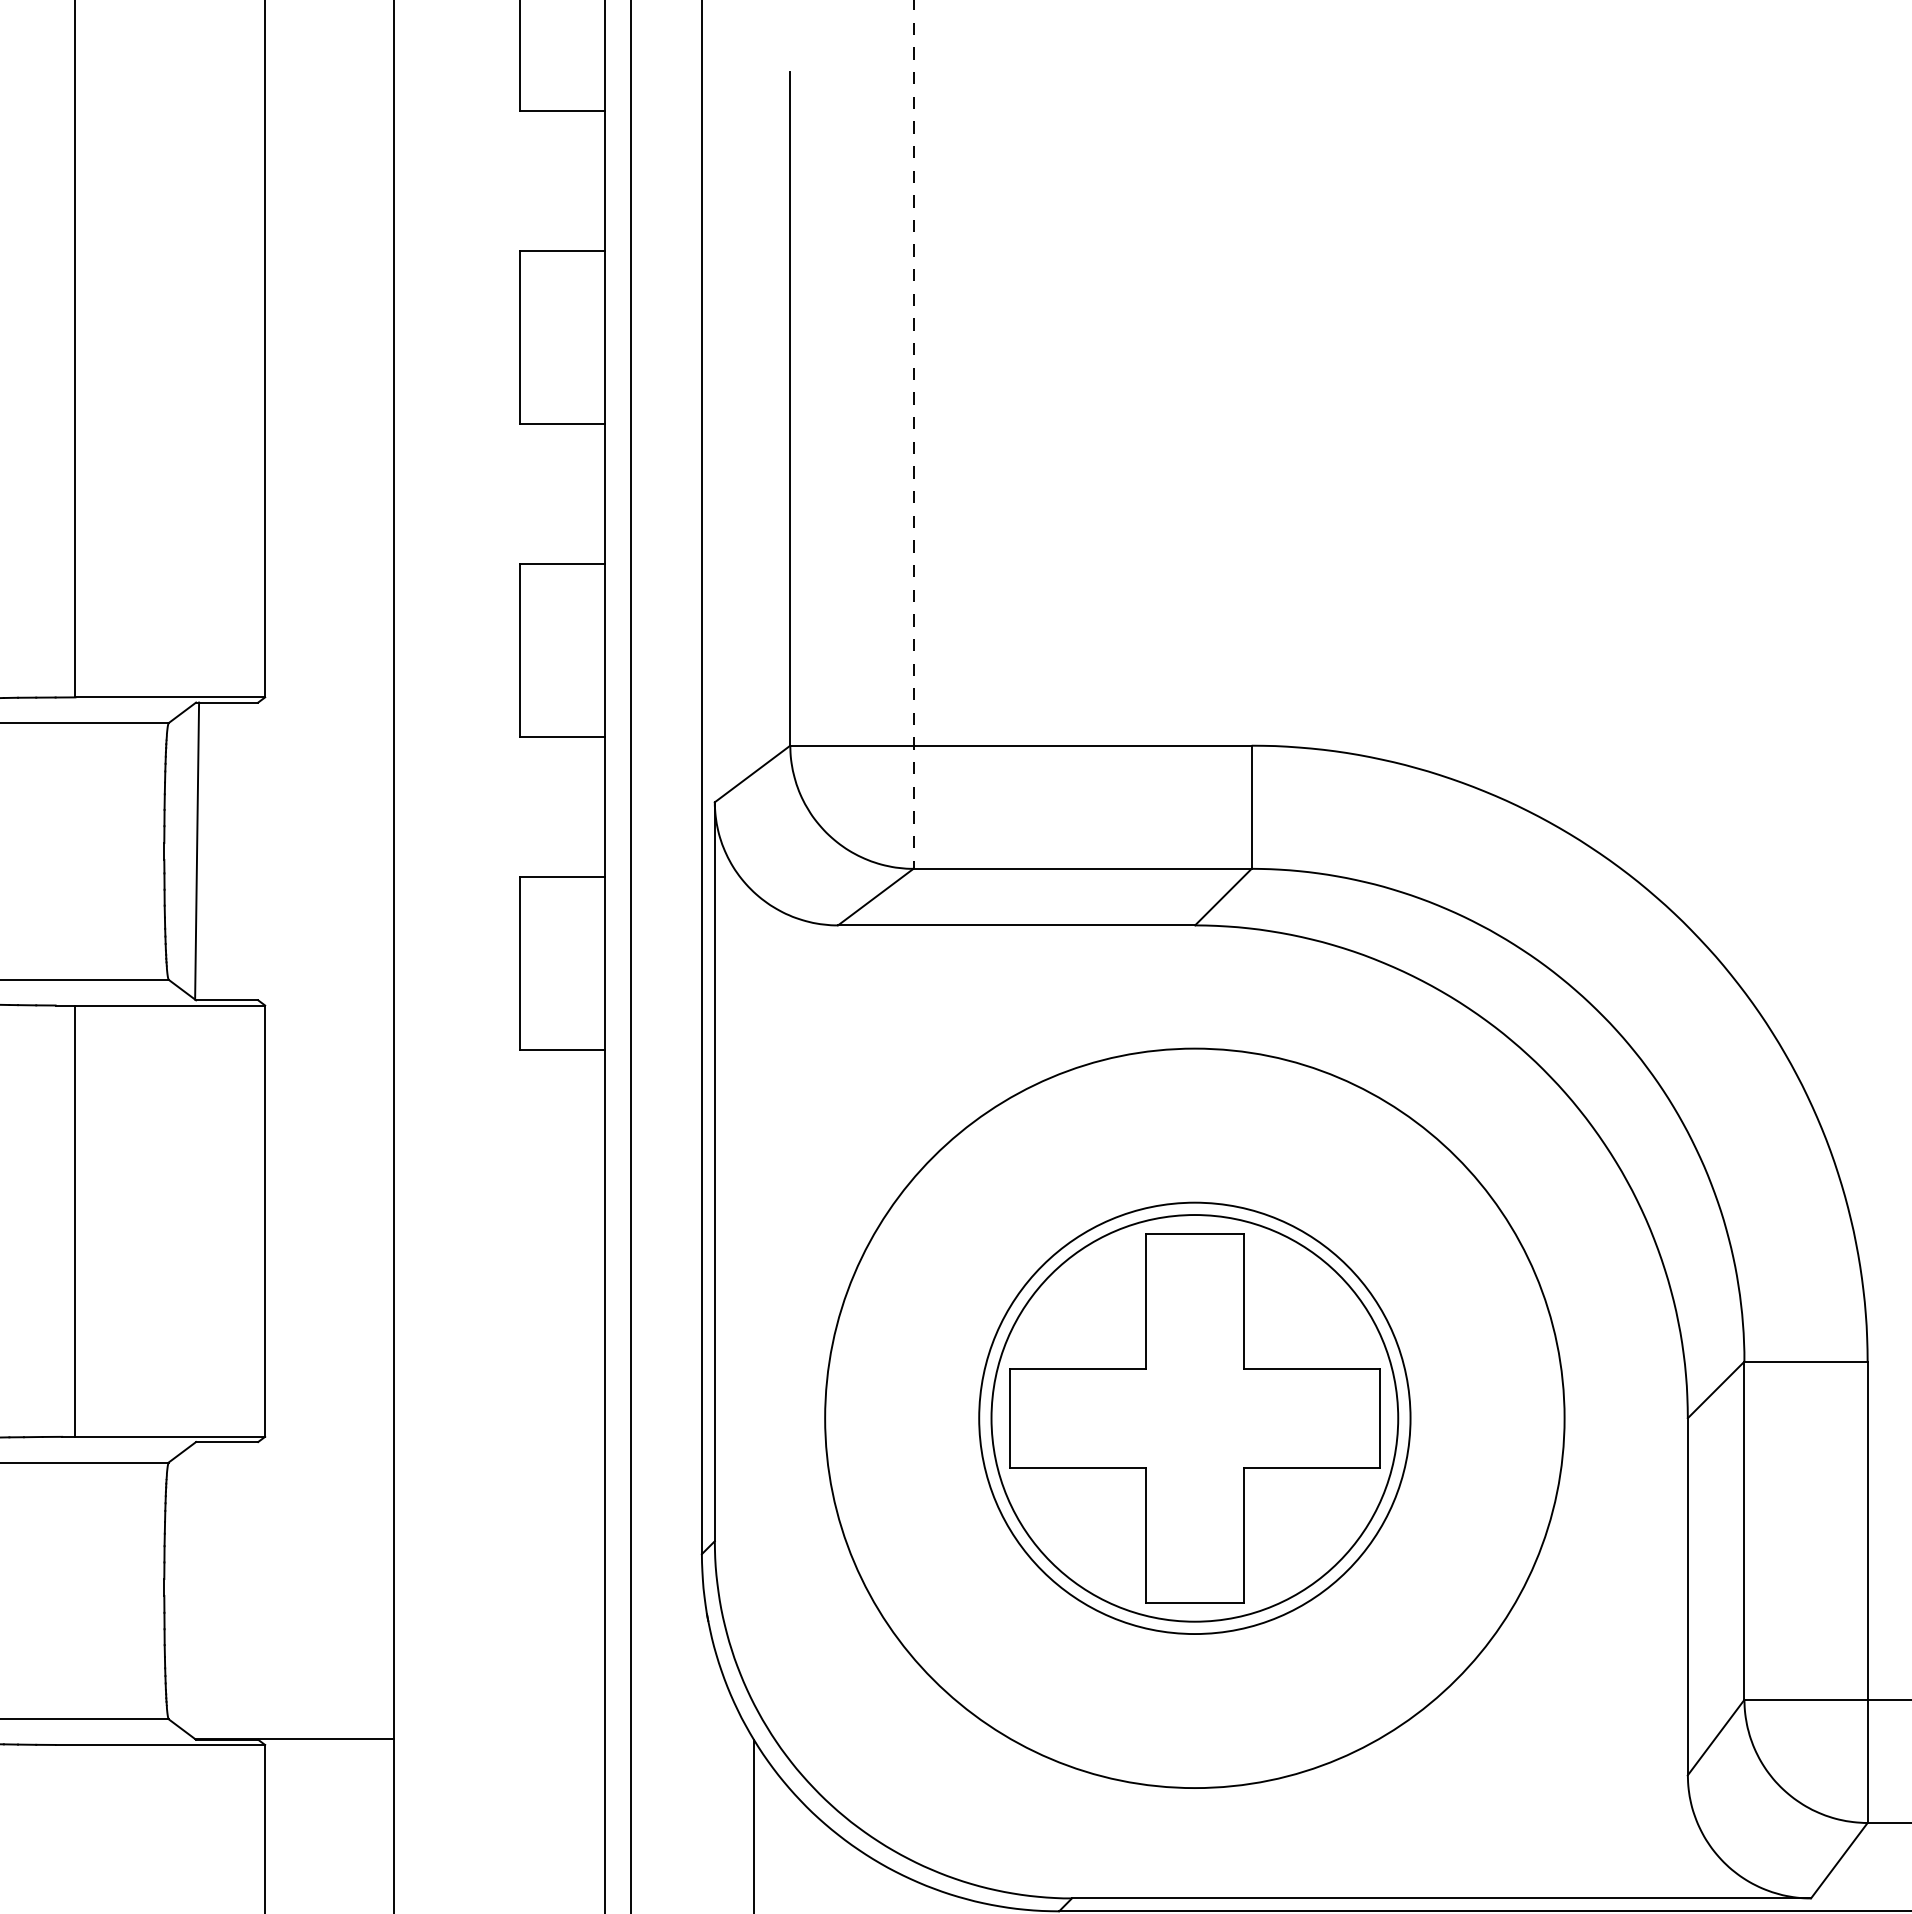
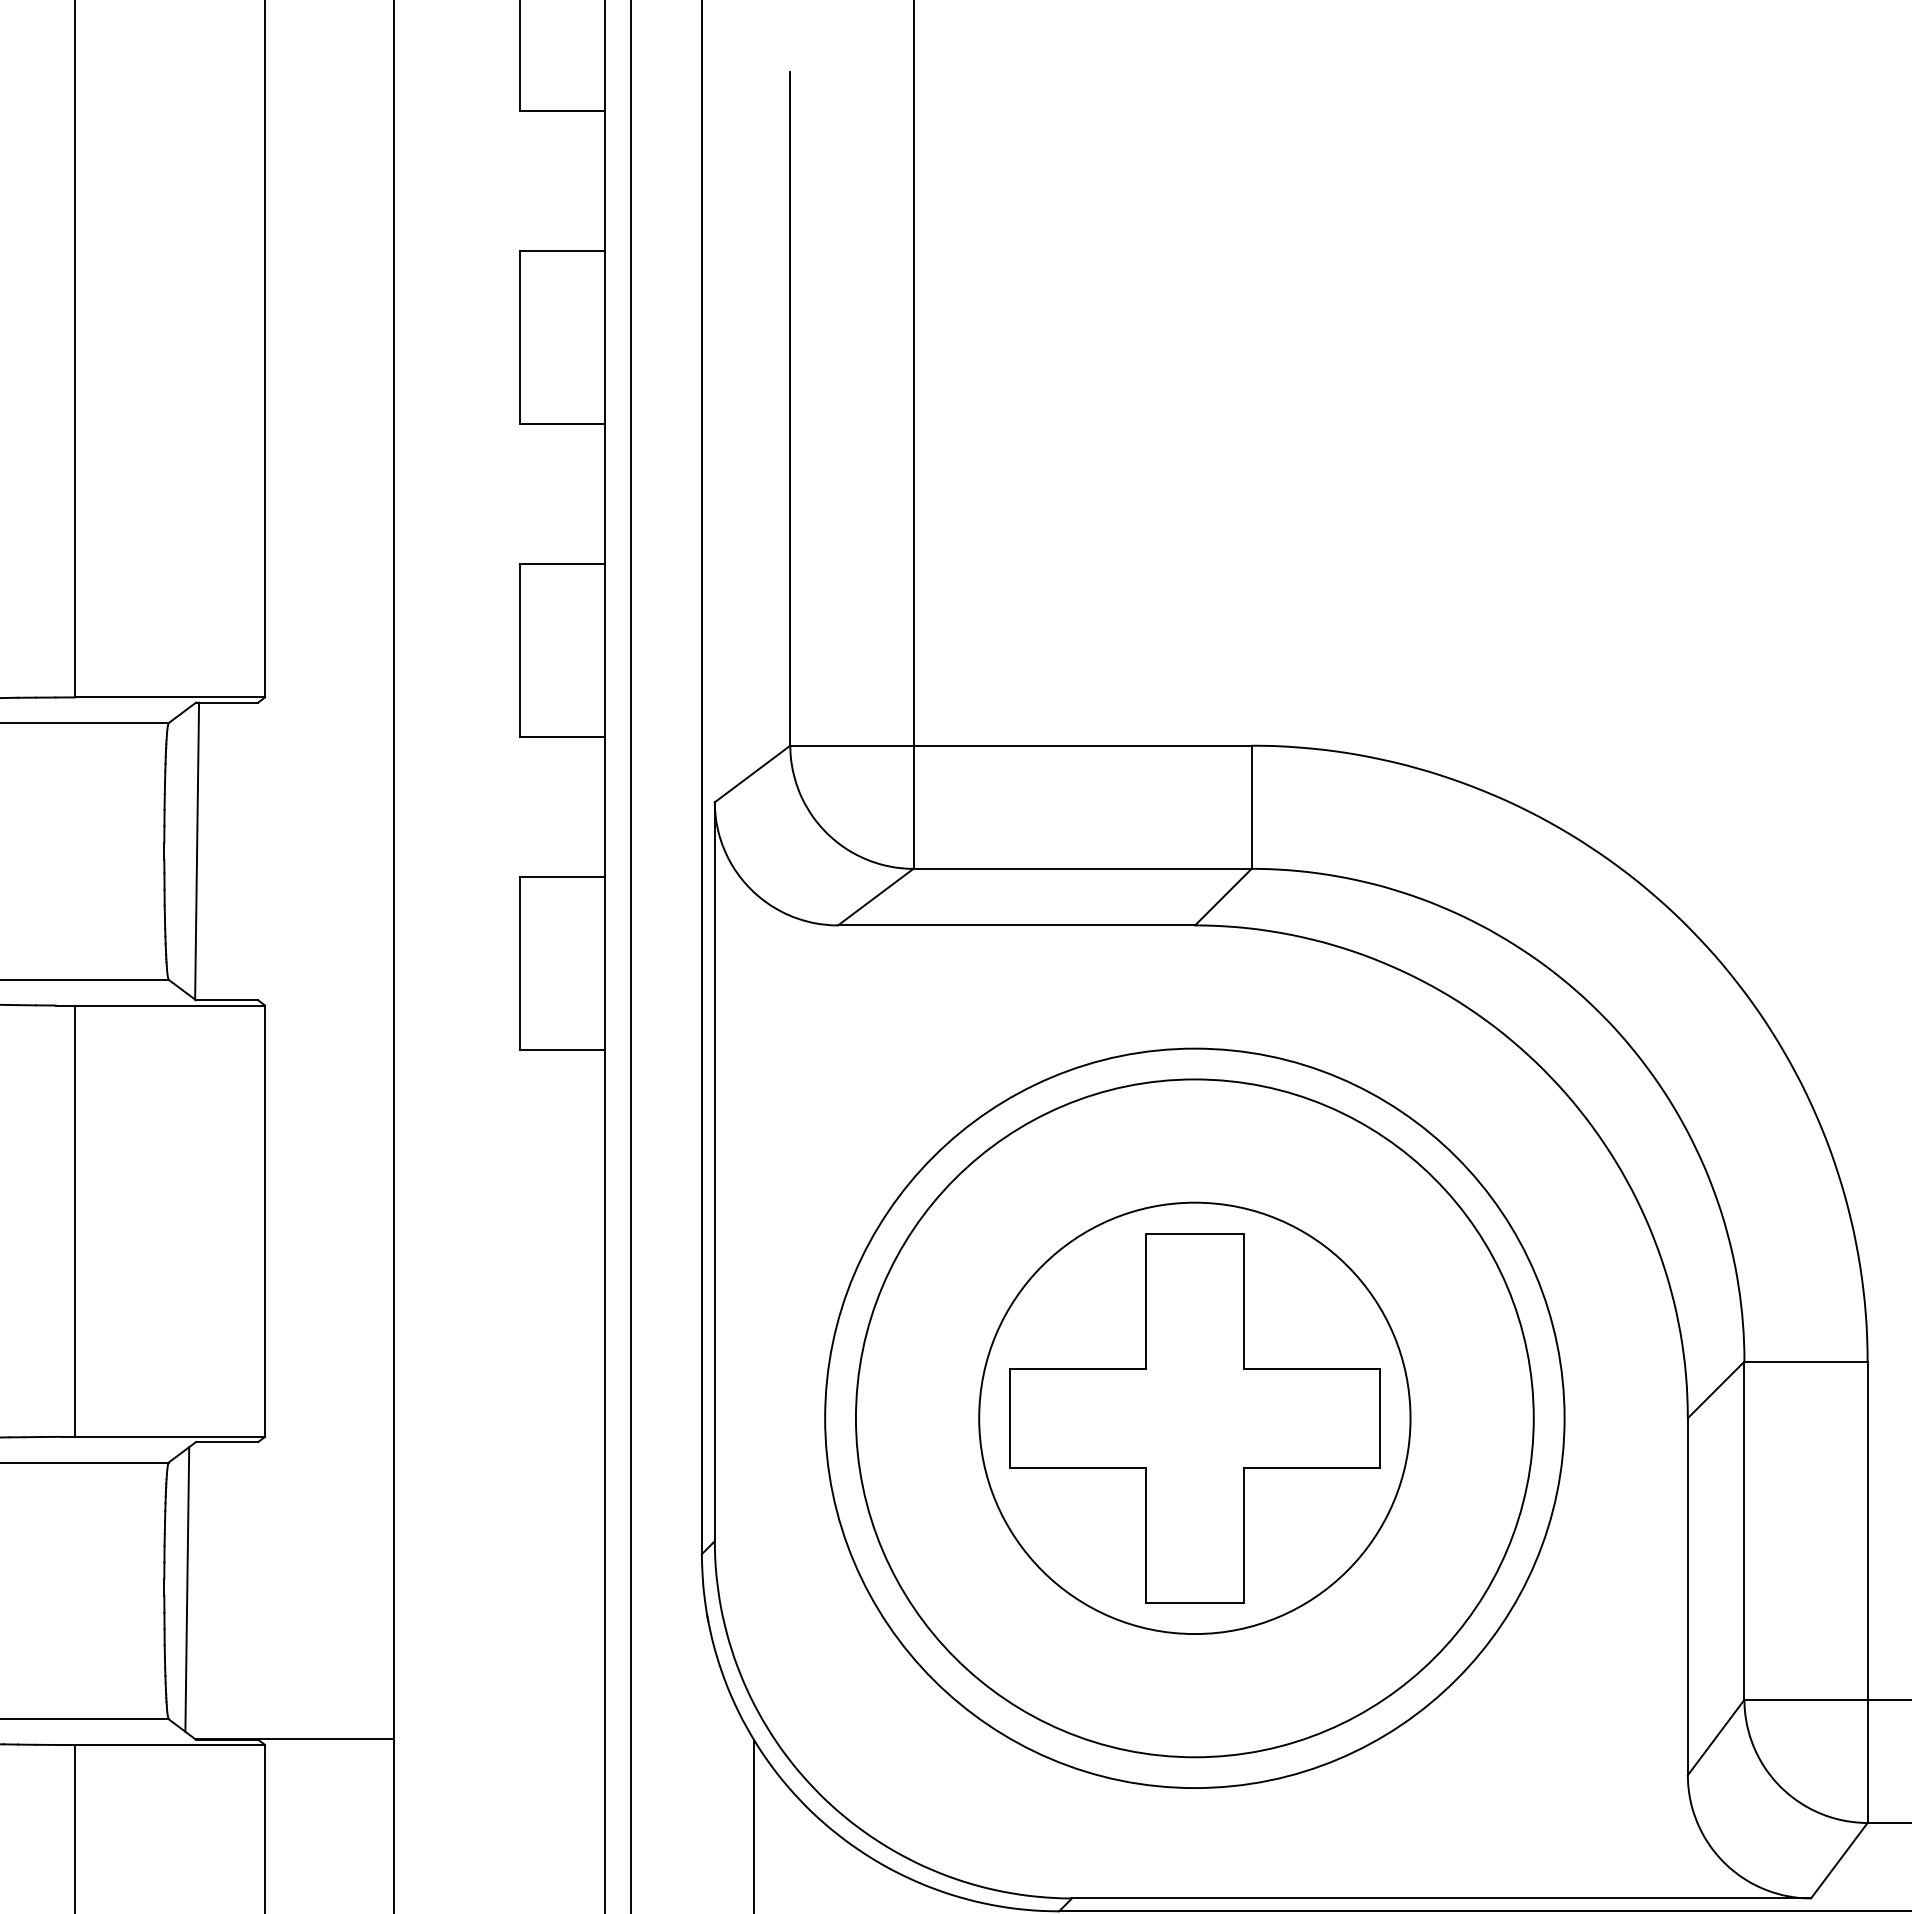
line at (913, 435): dashed -> solid
circle at (1194, 1418) diameter: 407 px -> 678 px
line at (187, 1589): none -> present
line at (75, 1827): none -> present
